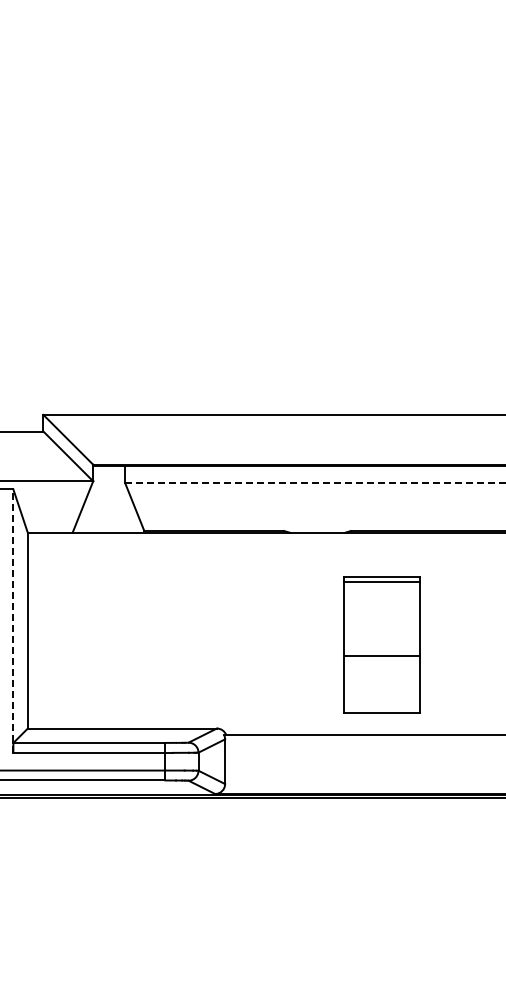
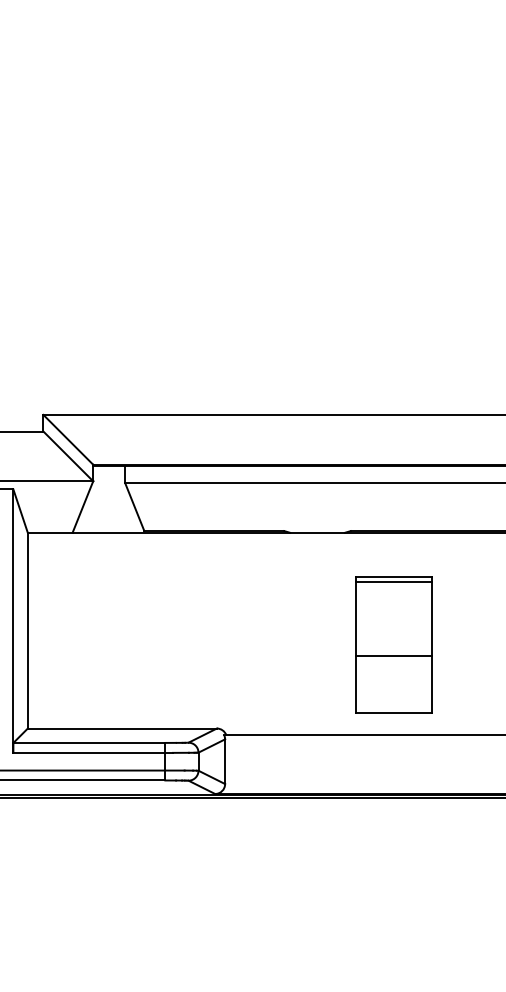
line at (315, 483): dashed -> solid
line at (13, 621): dashed -> solid
part at (381, 644) position: (381, 644) -> (393, 644)
